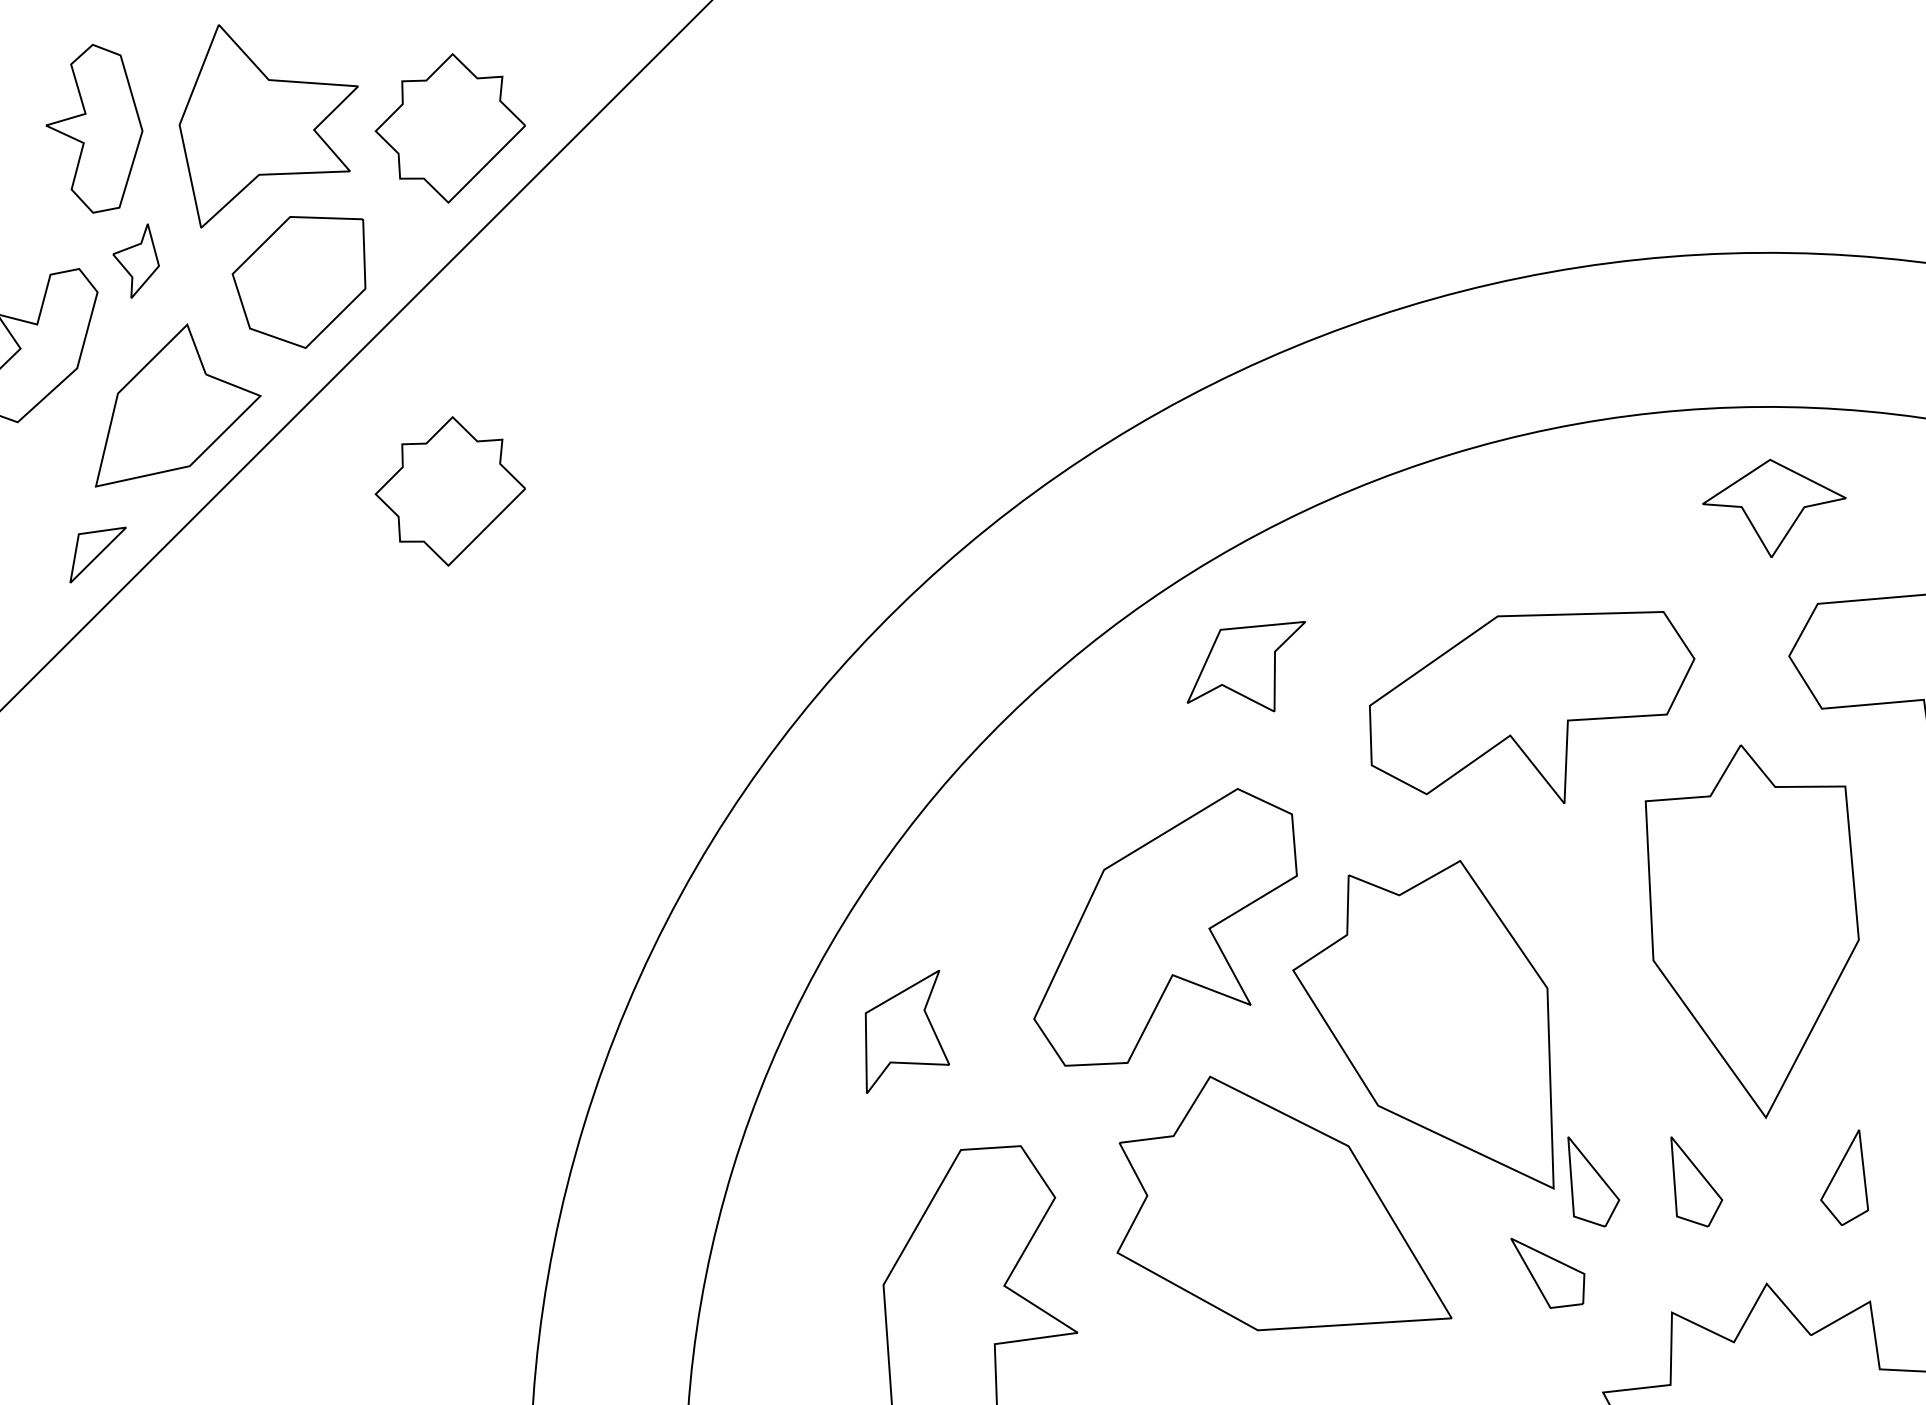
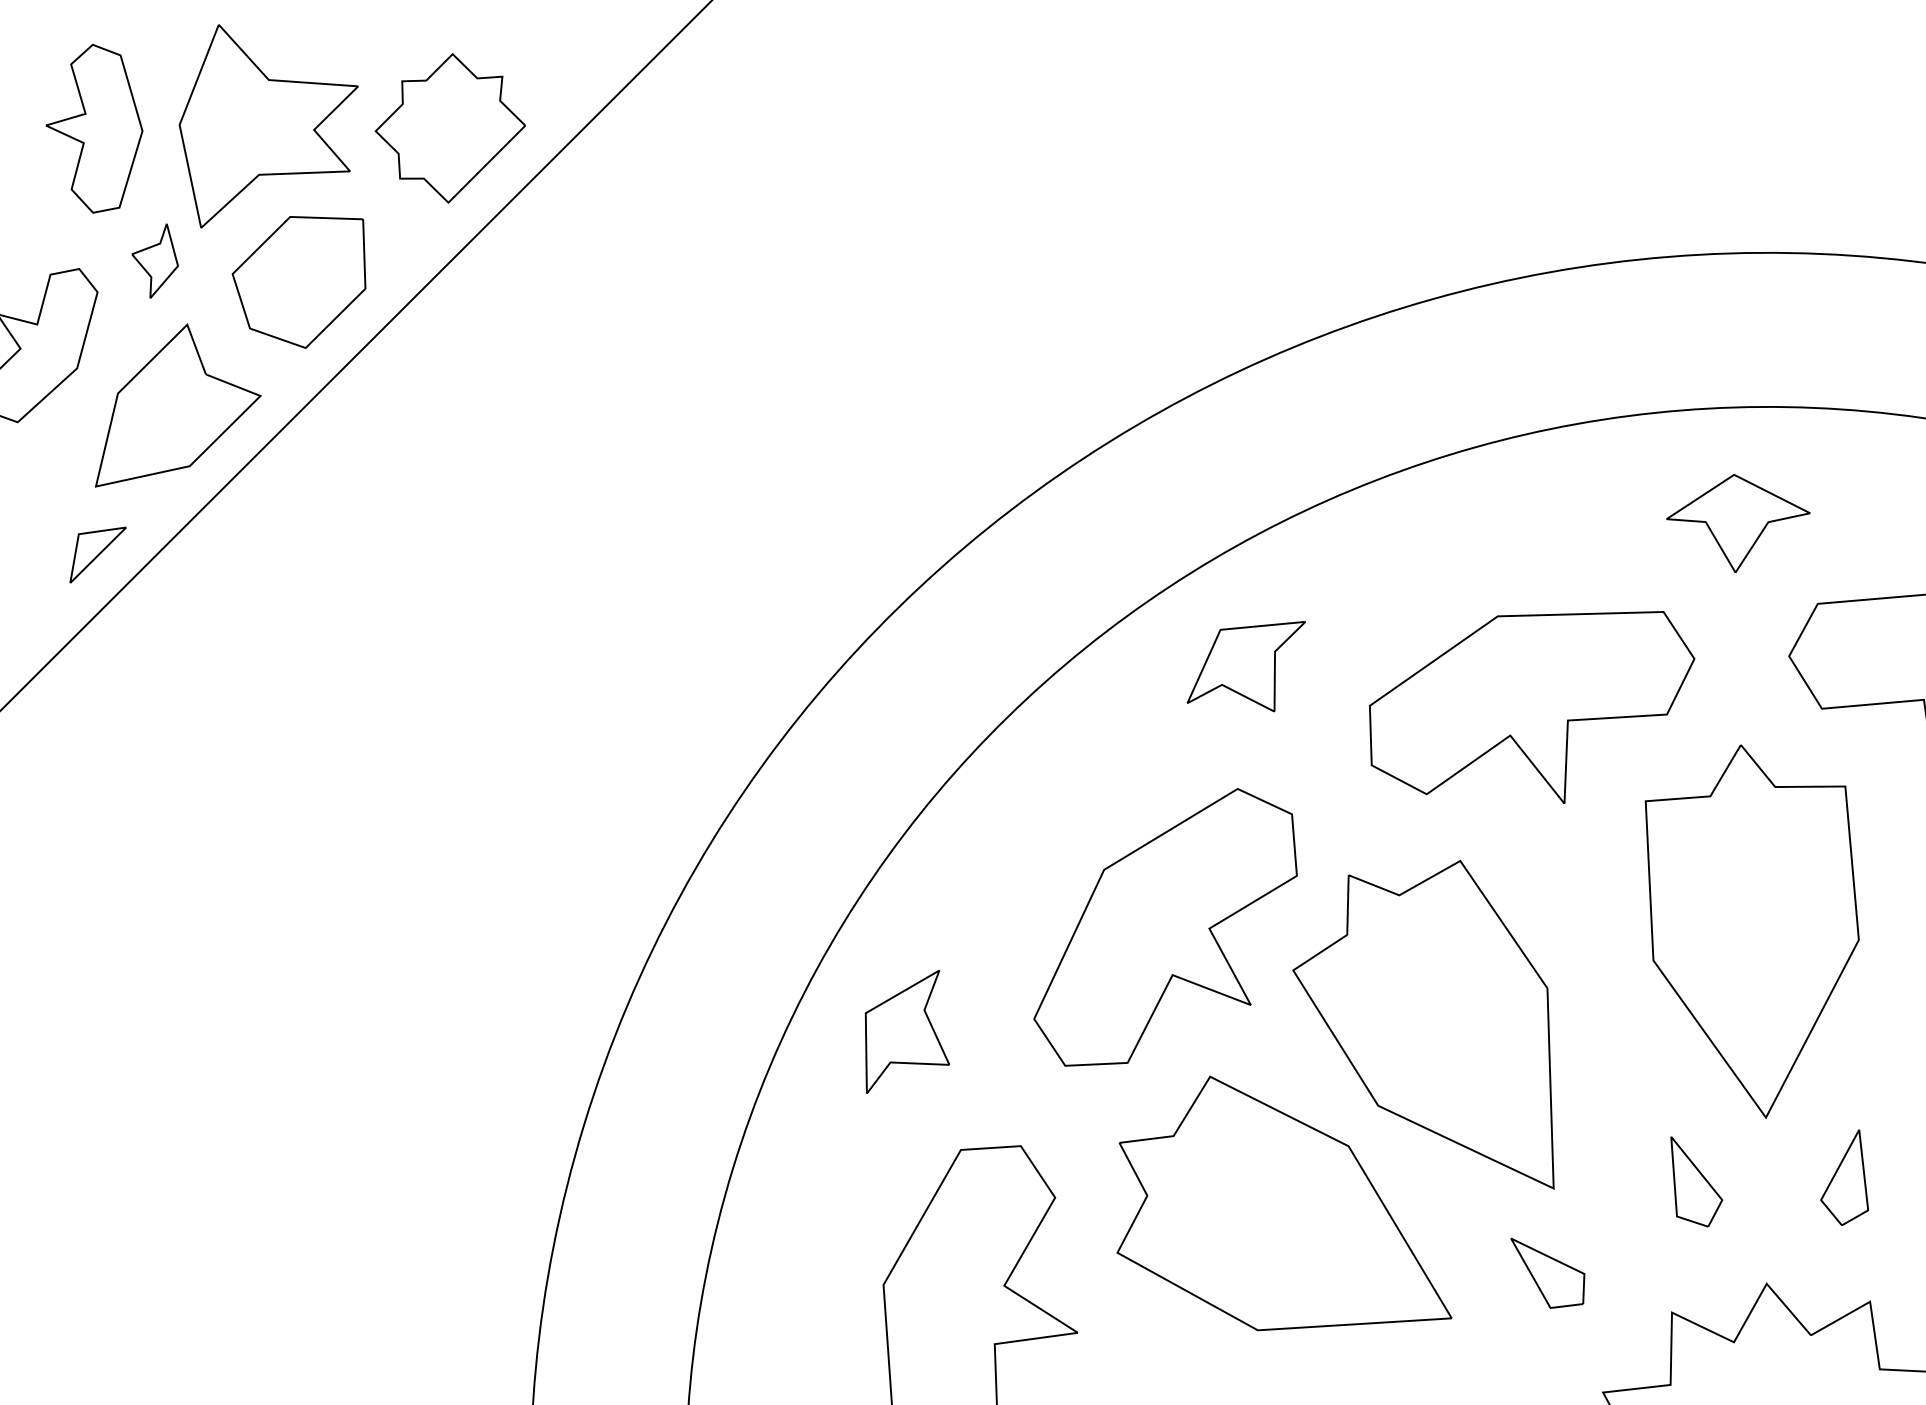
part at (135, 260) position: (135, 260) -> (154, 260)
part at (449, 491): present -> none
part at (1774, 508) position: (1774, 508) -> (1738, 523)
part at (1593, 1181): present -> none
